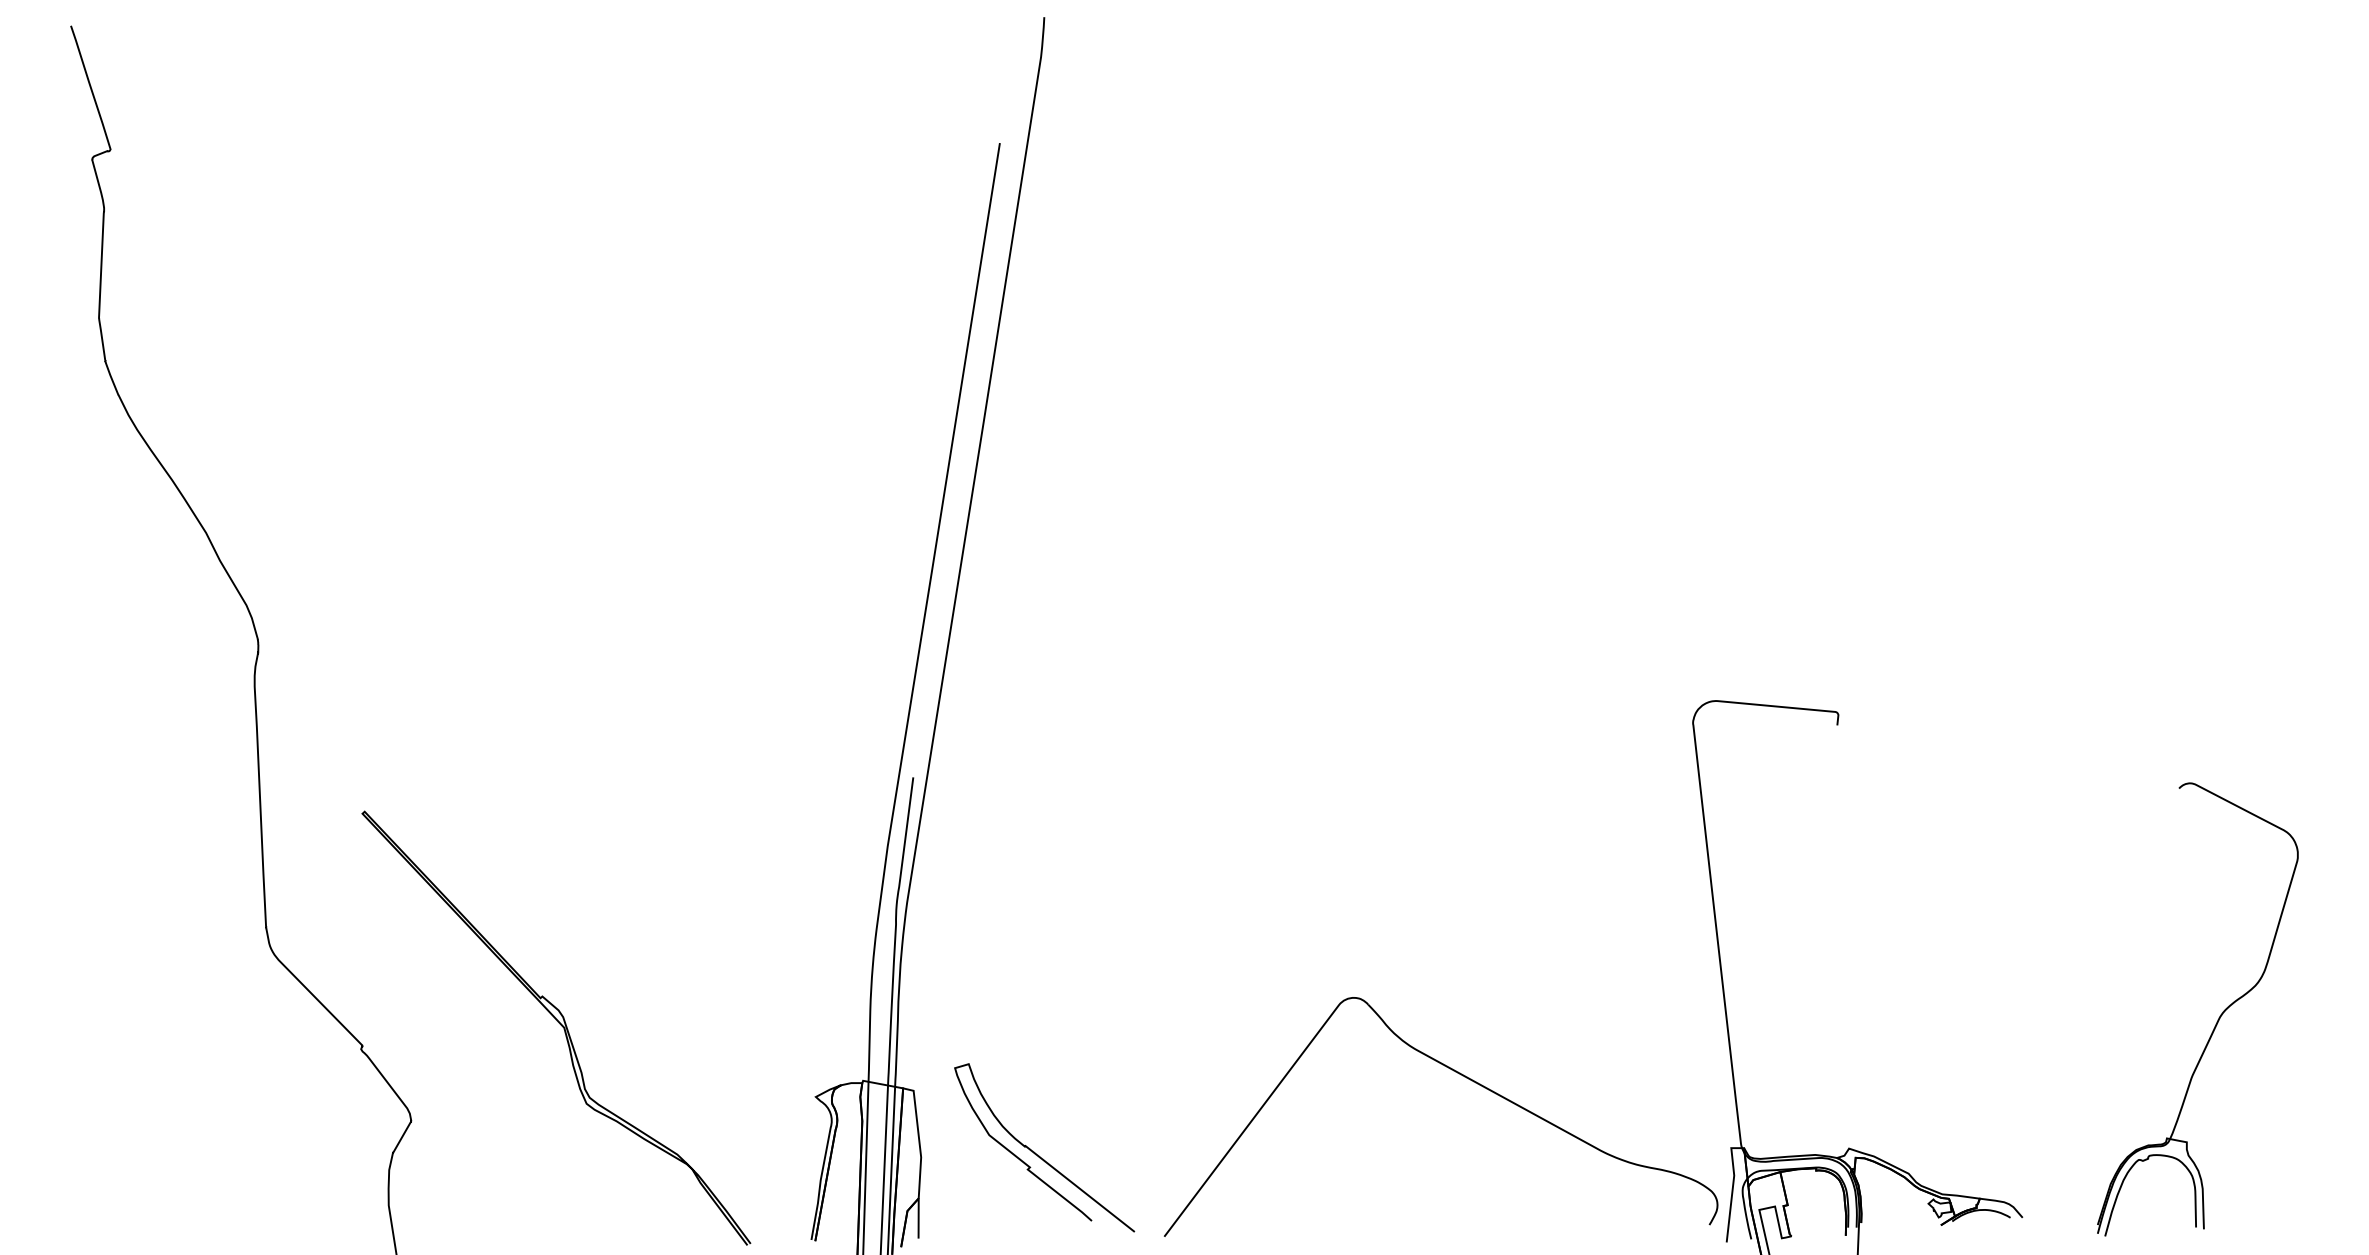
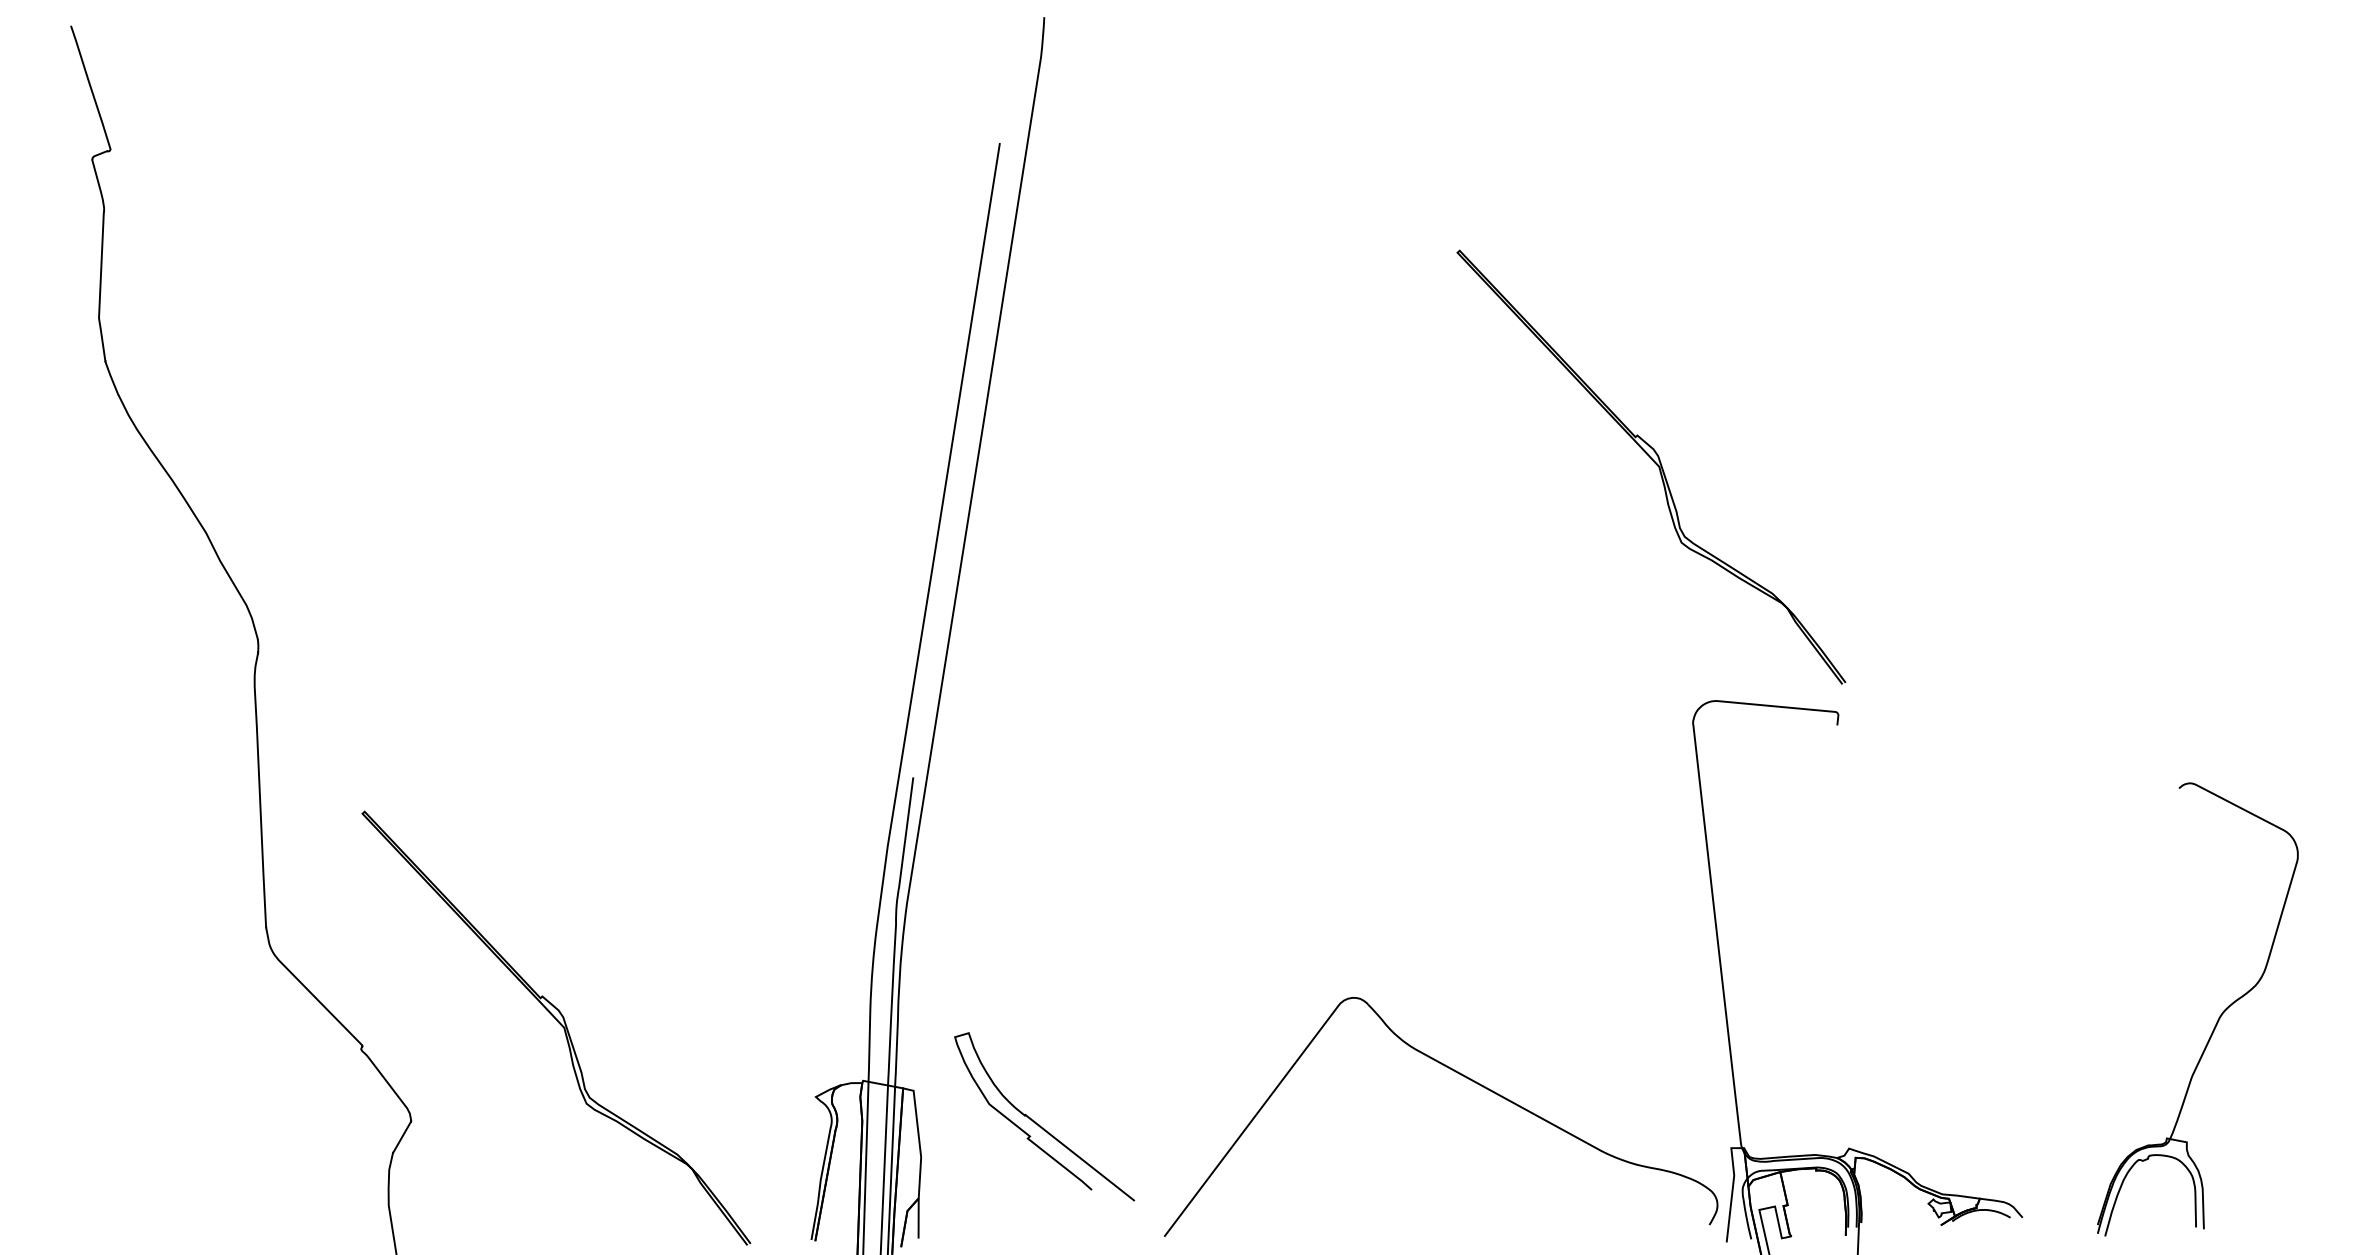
curve at (1654, 463): none -> present
curve at (1039, 1155) position: (1039, 1155) -> (1039, 1124)
